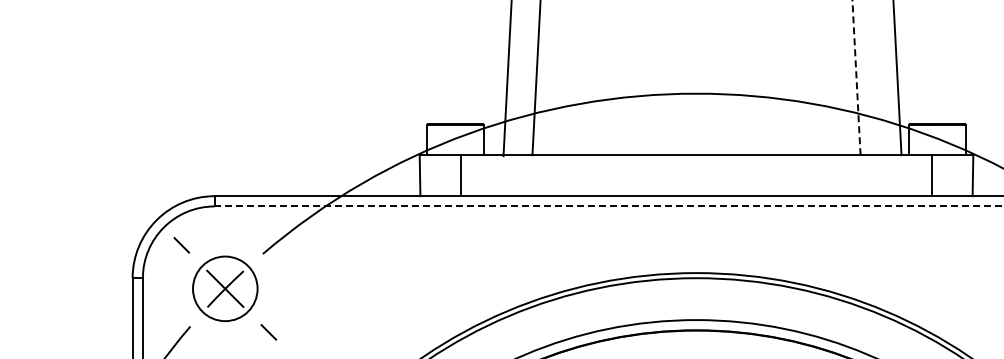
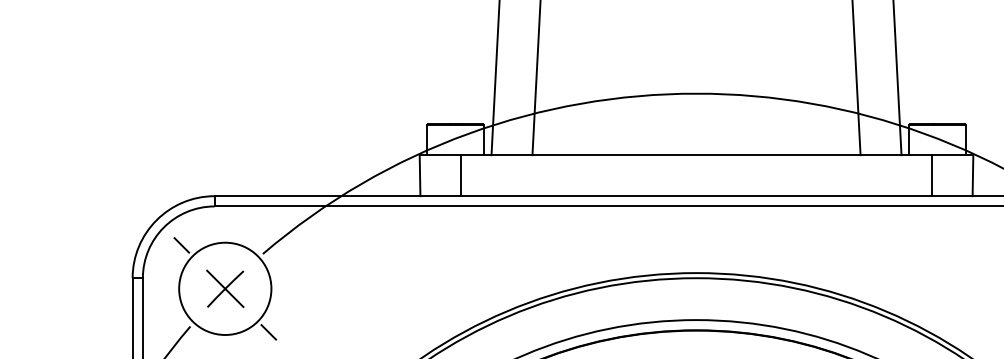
line at (856, 77): dashed -> solid
line at (507, 79) position: (507, 79) -> (495, 78)
line at (608, 206): dashed -> solid
circle at (225, 288) diameter: 65 px -> 92 px
